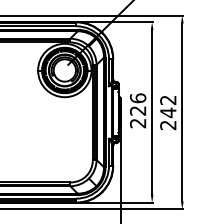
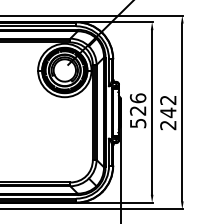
text at (137, 123): 226 -> 526
